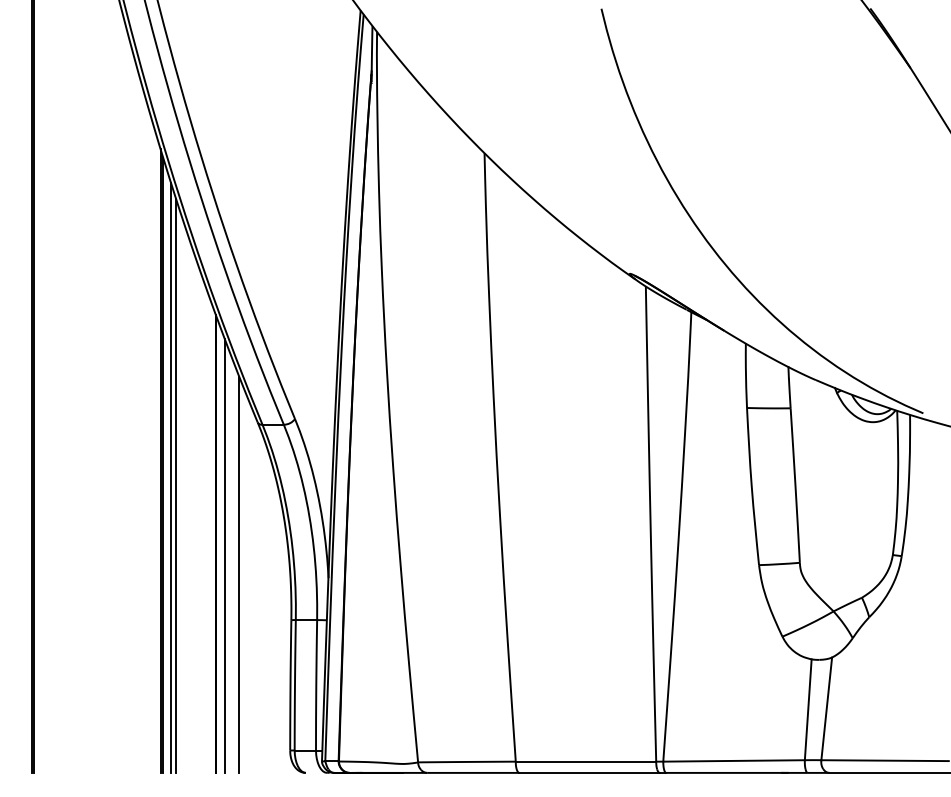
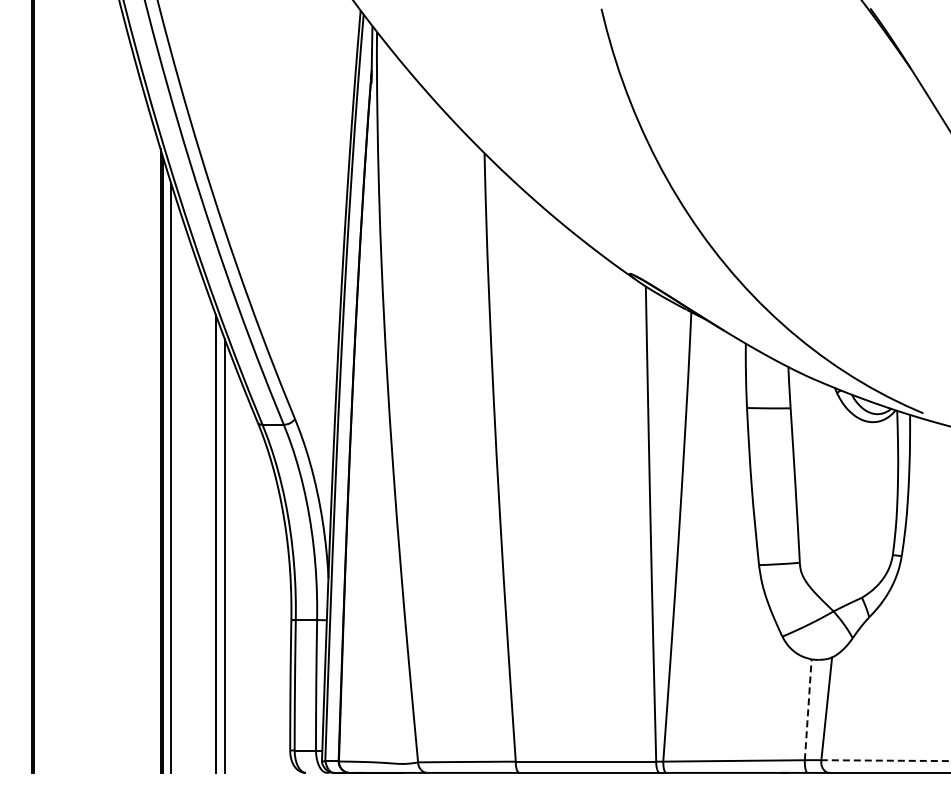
line at (176, 485): present -> none
line at (239, 574): present -> none
line at (808, 709): solid -> dashed
line at (885, 760): solid -> dashed
